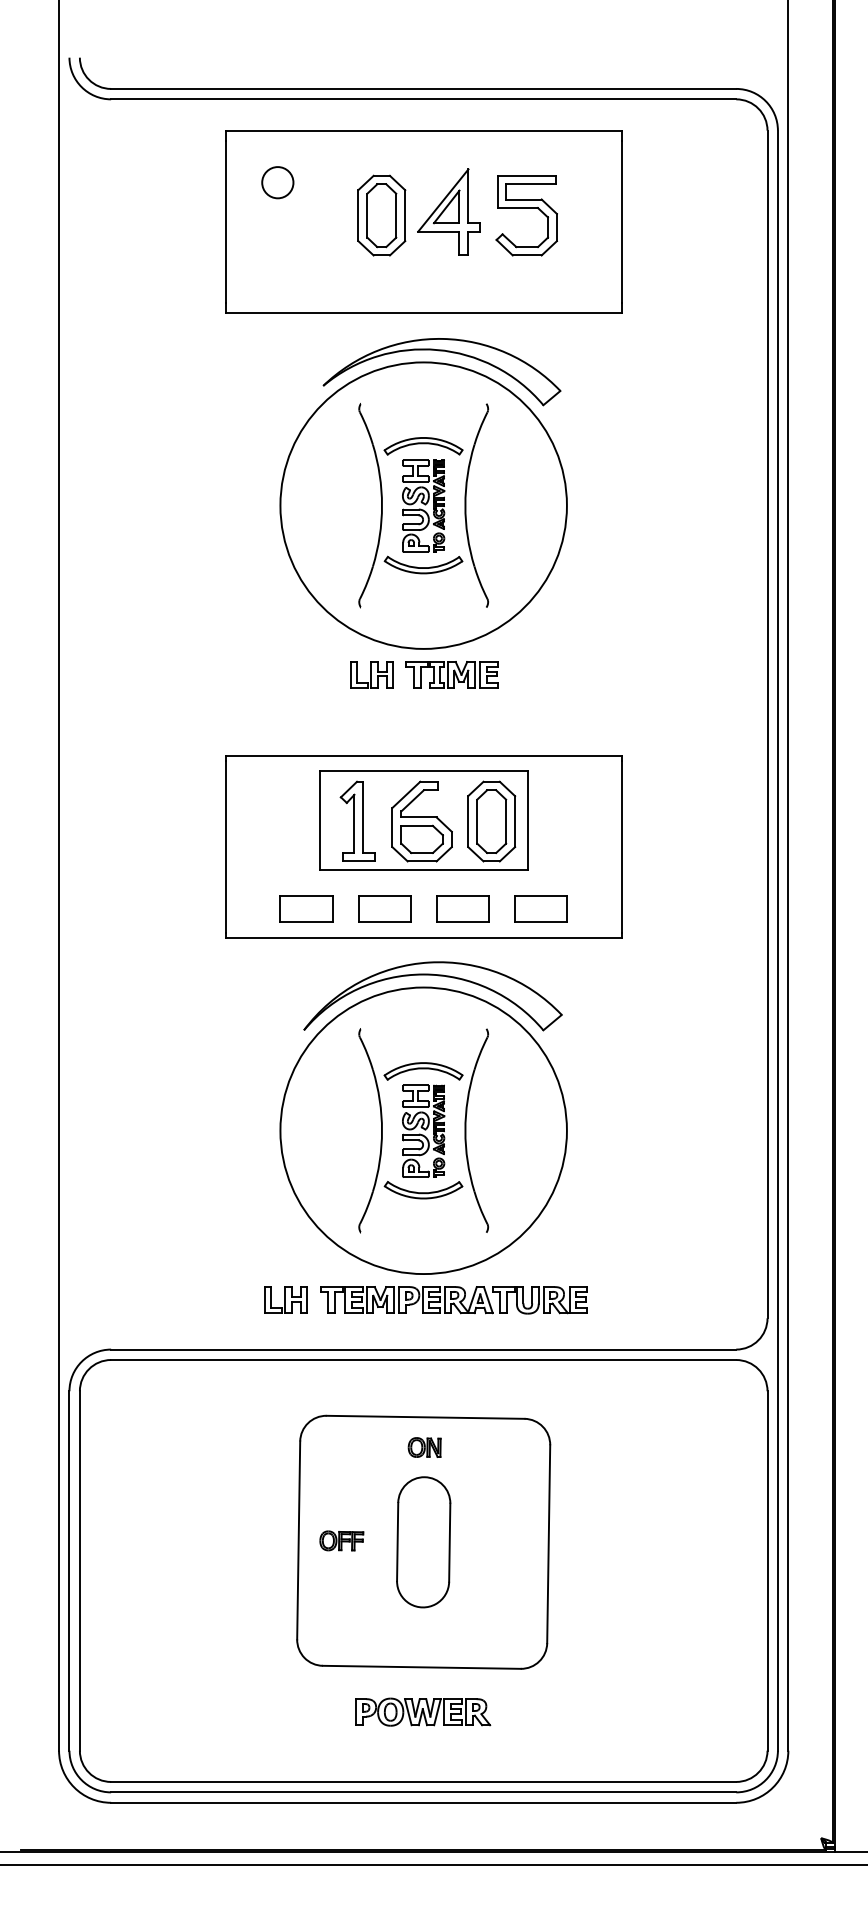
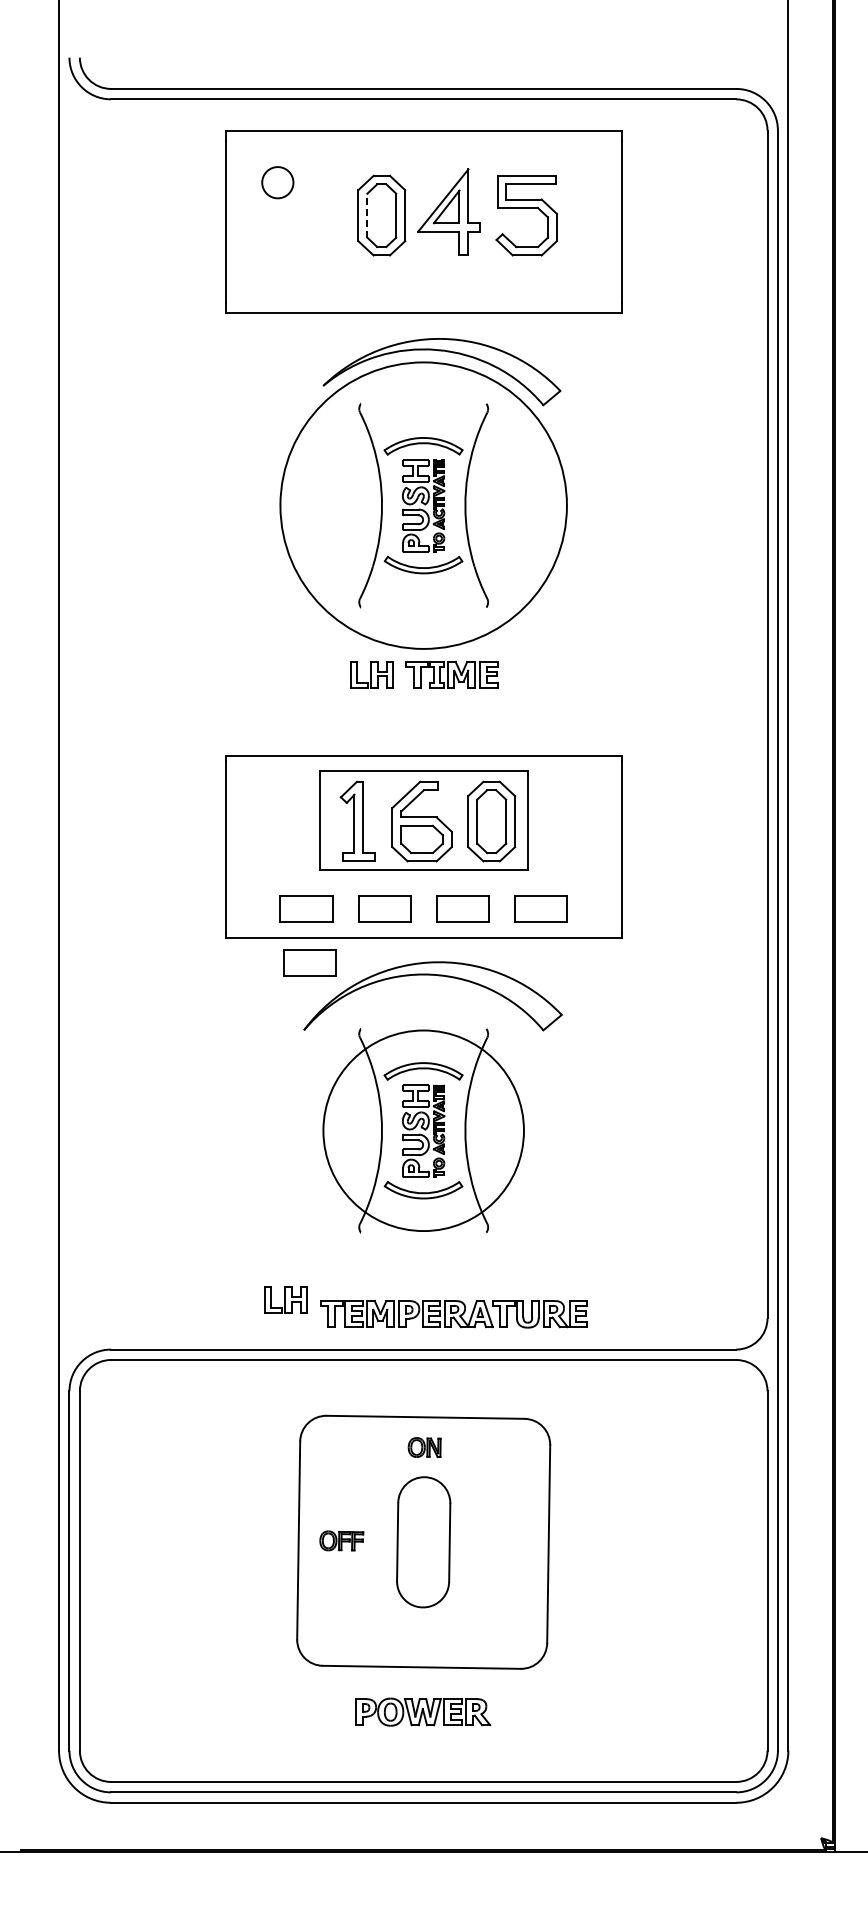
line at (367, 215): solid -> dashed
part at (309, 962): none -> present
circle at (423, 1130) diameter: 287 px -> 201 px
part at (453, 1300) position: (453, 1300) -> (453, 1314)
line at (433, 1865): present -> none
